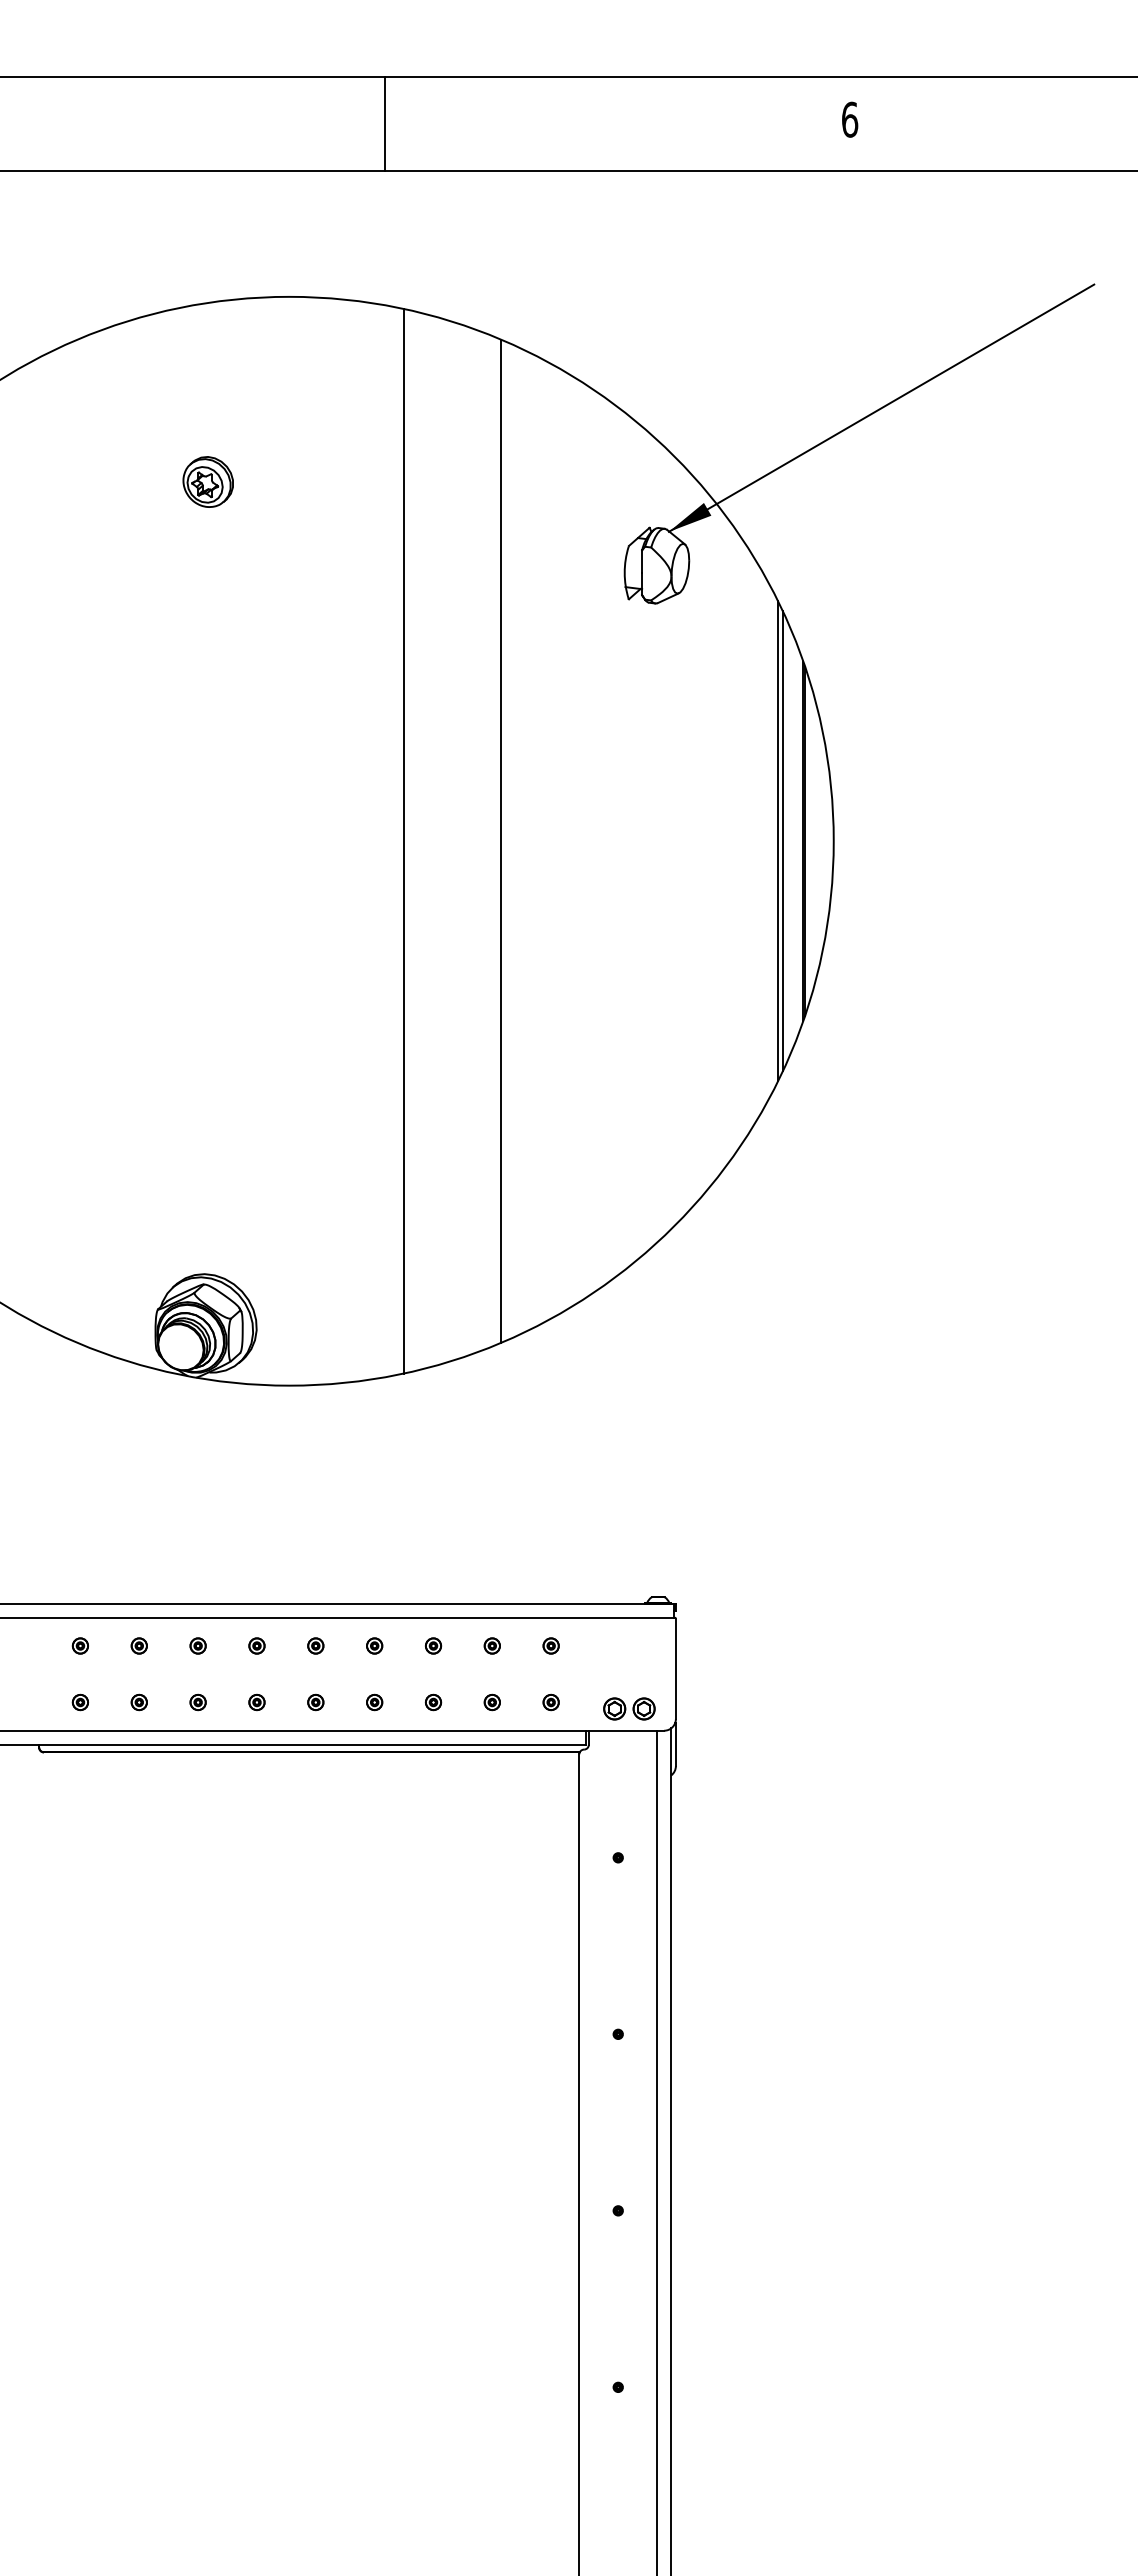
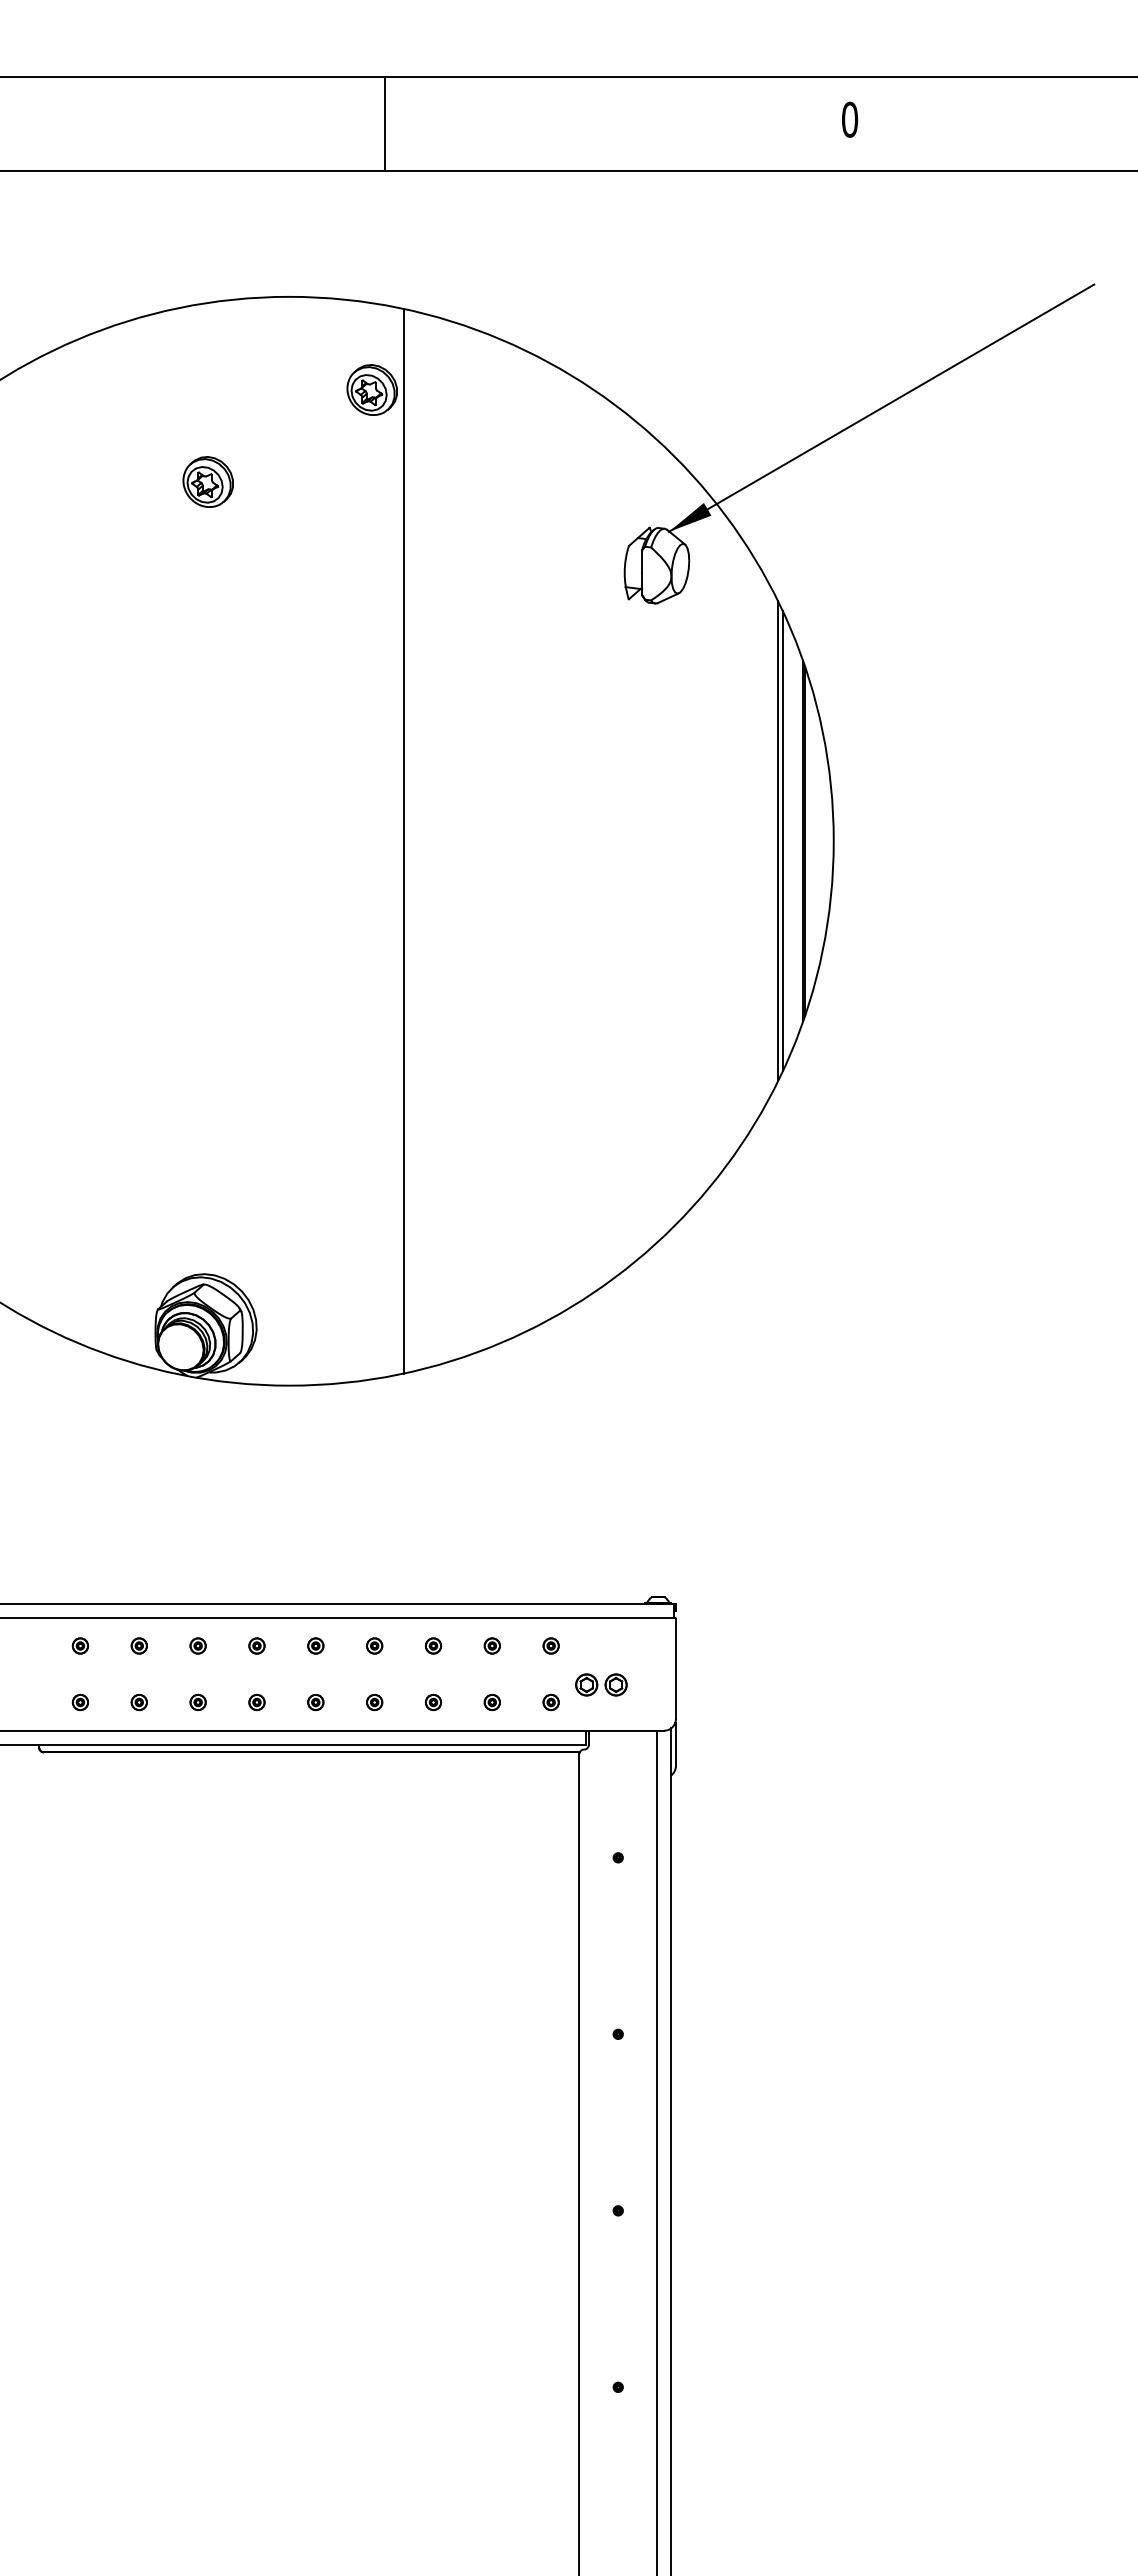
text at (850, 119): 6 -> 0
part at (371, 389): none -> present
line at (500, 841): present -> none
part at (629, 1708) position: (629, 1708) -> (601, 1684)
